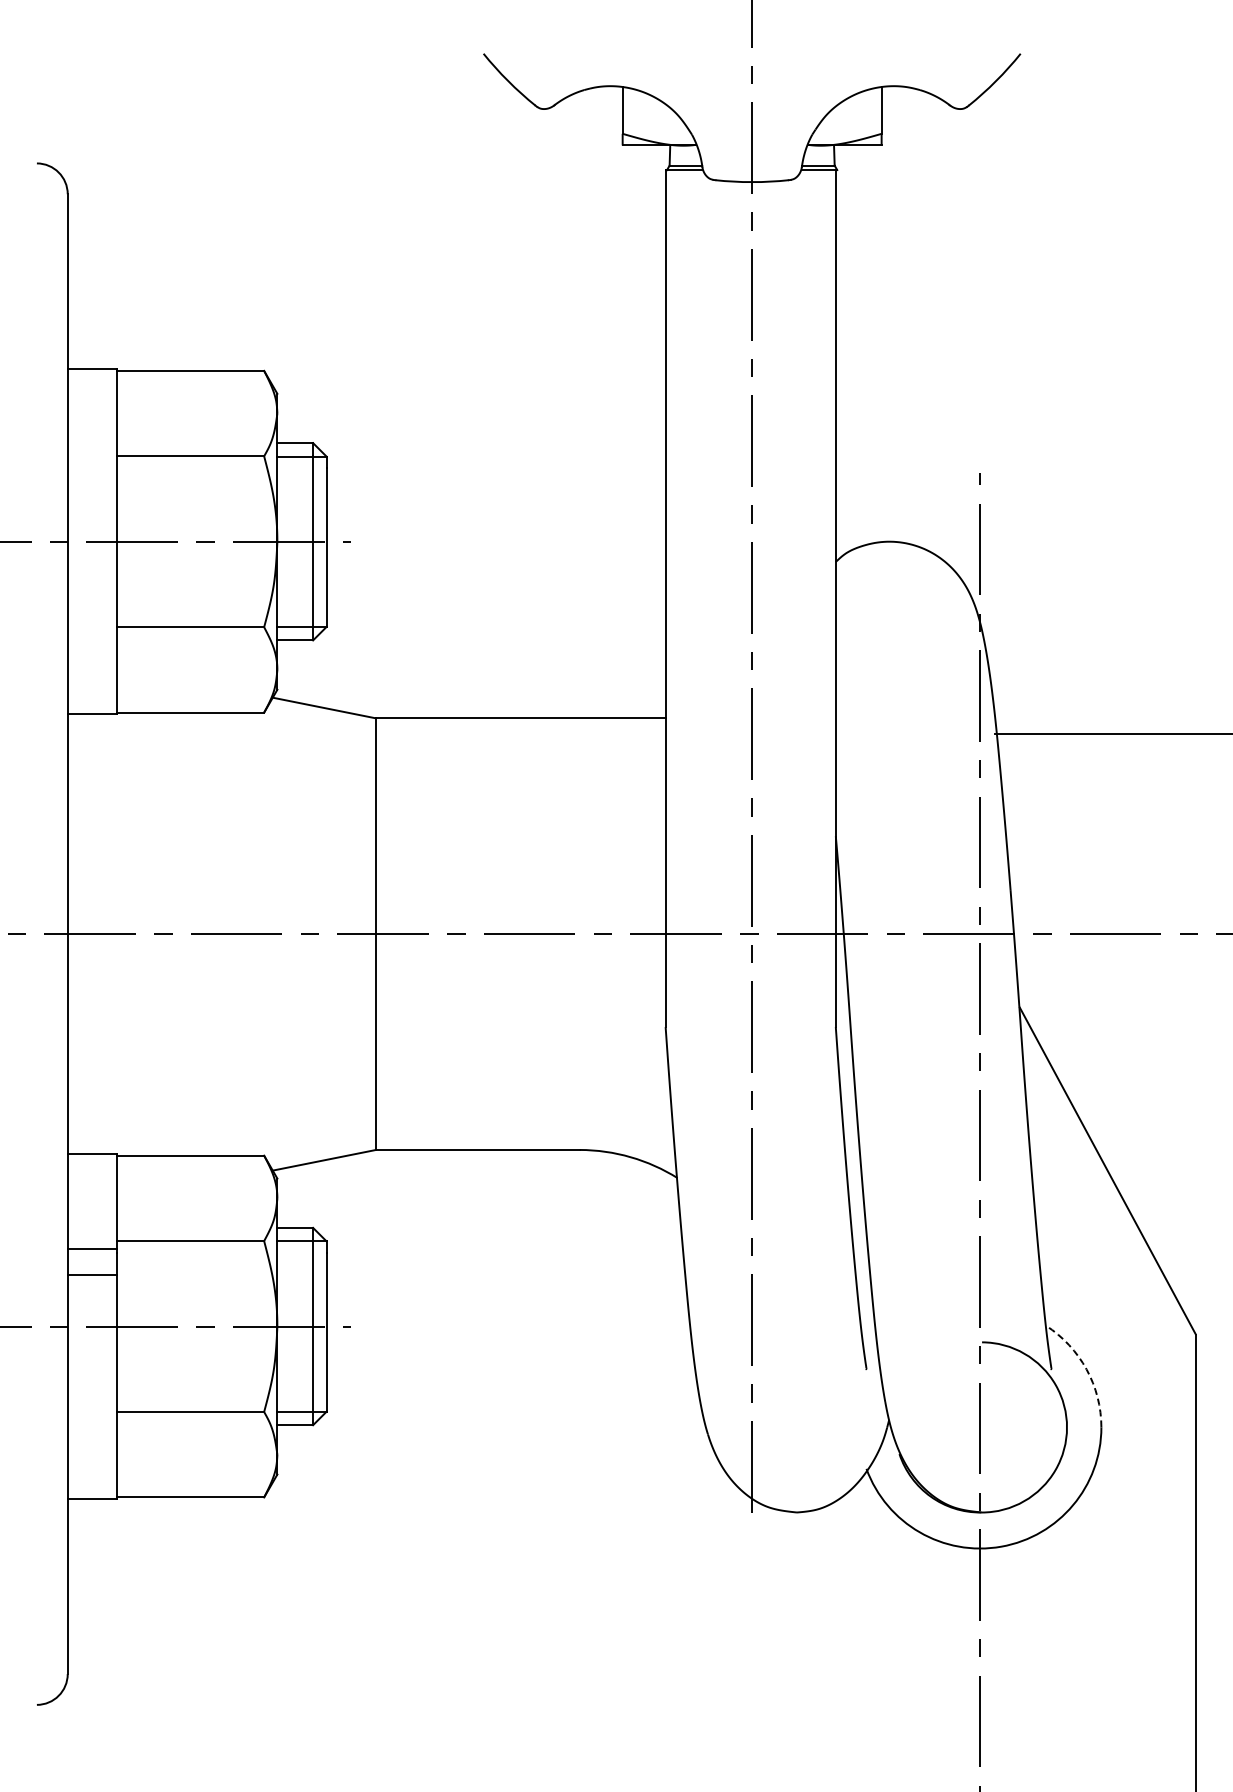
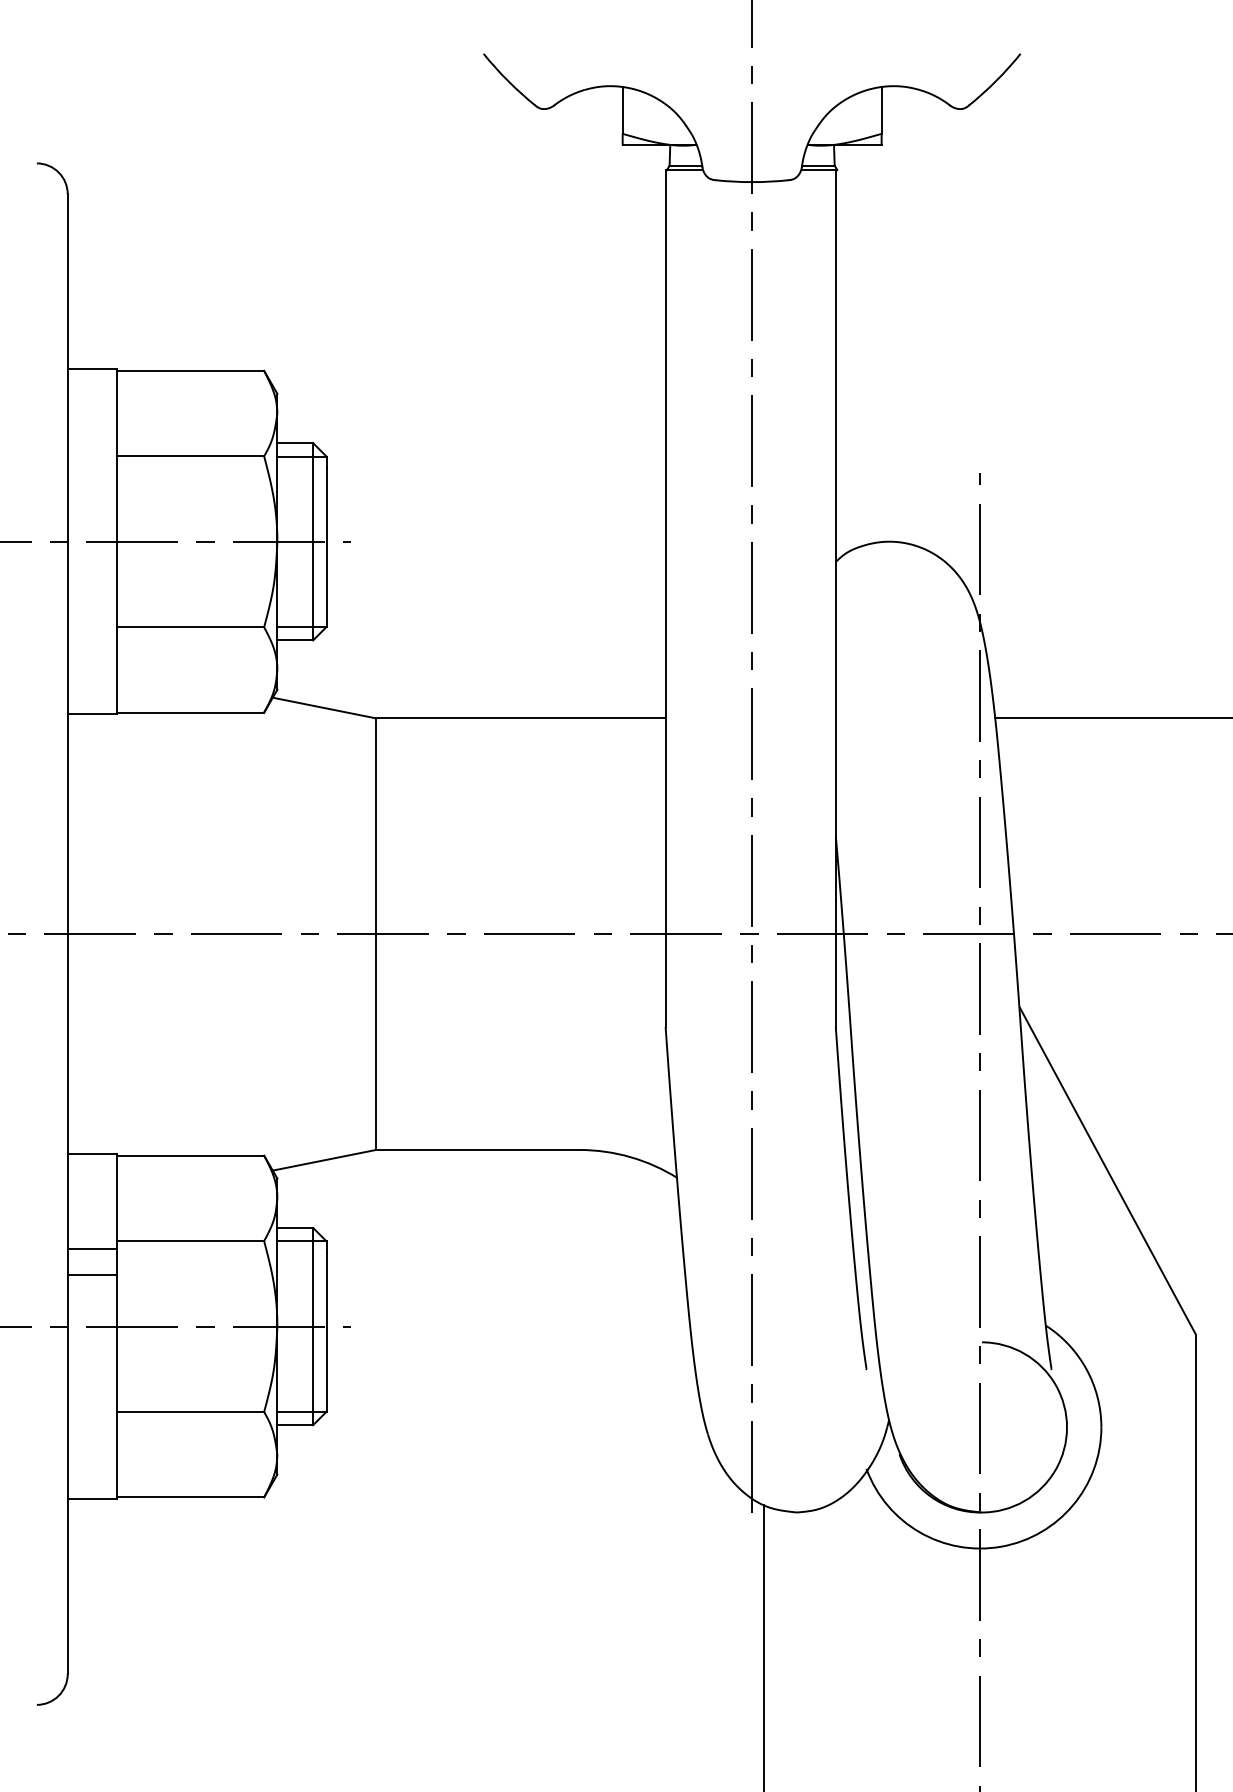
line at (1112, 734) position: (1112, 734) -> (1112, 718)
arc at (1086, 1369): dashed -> solid
line at (764, 1646): none -> present
